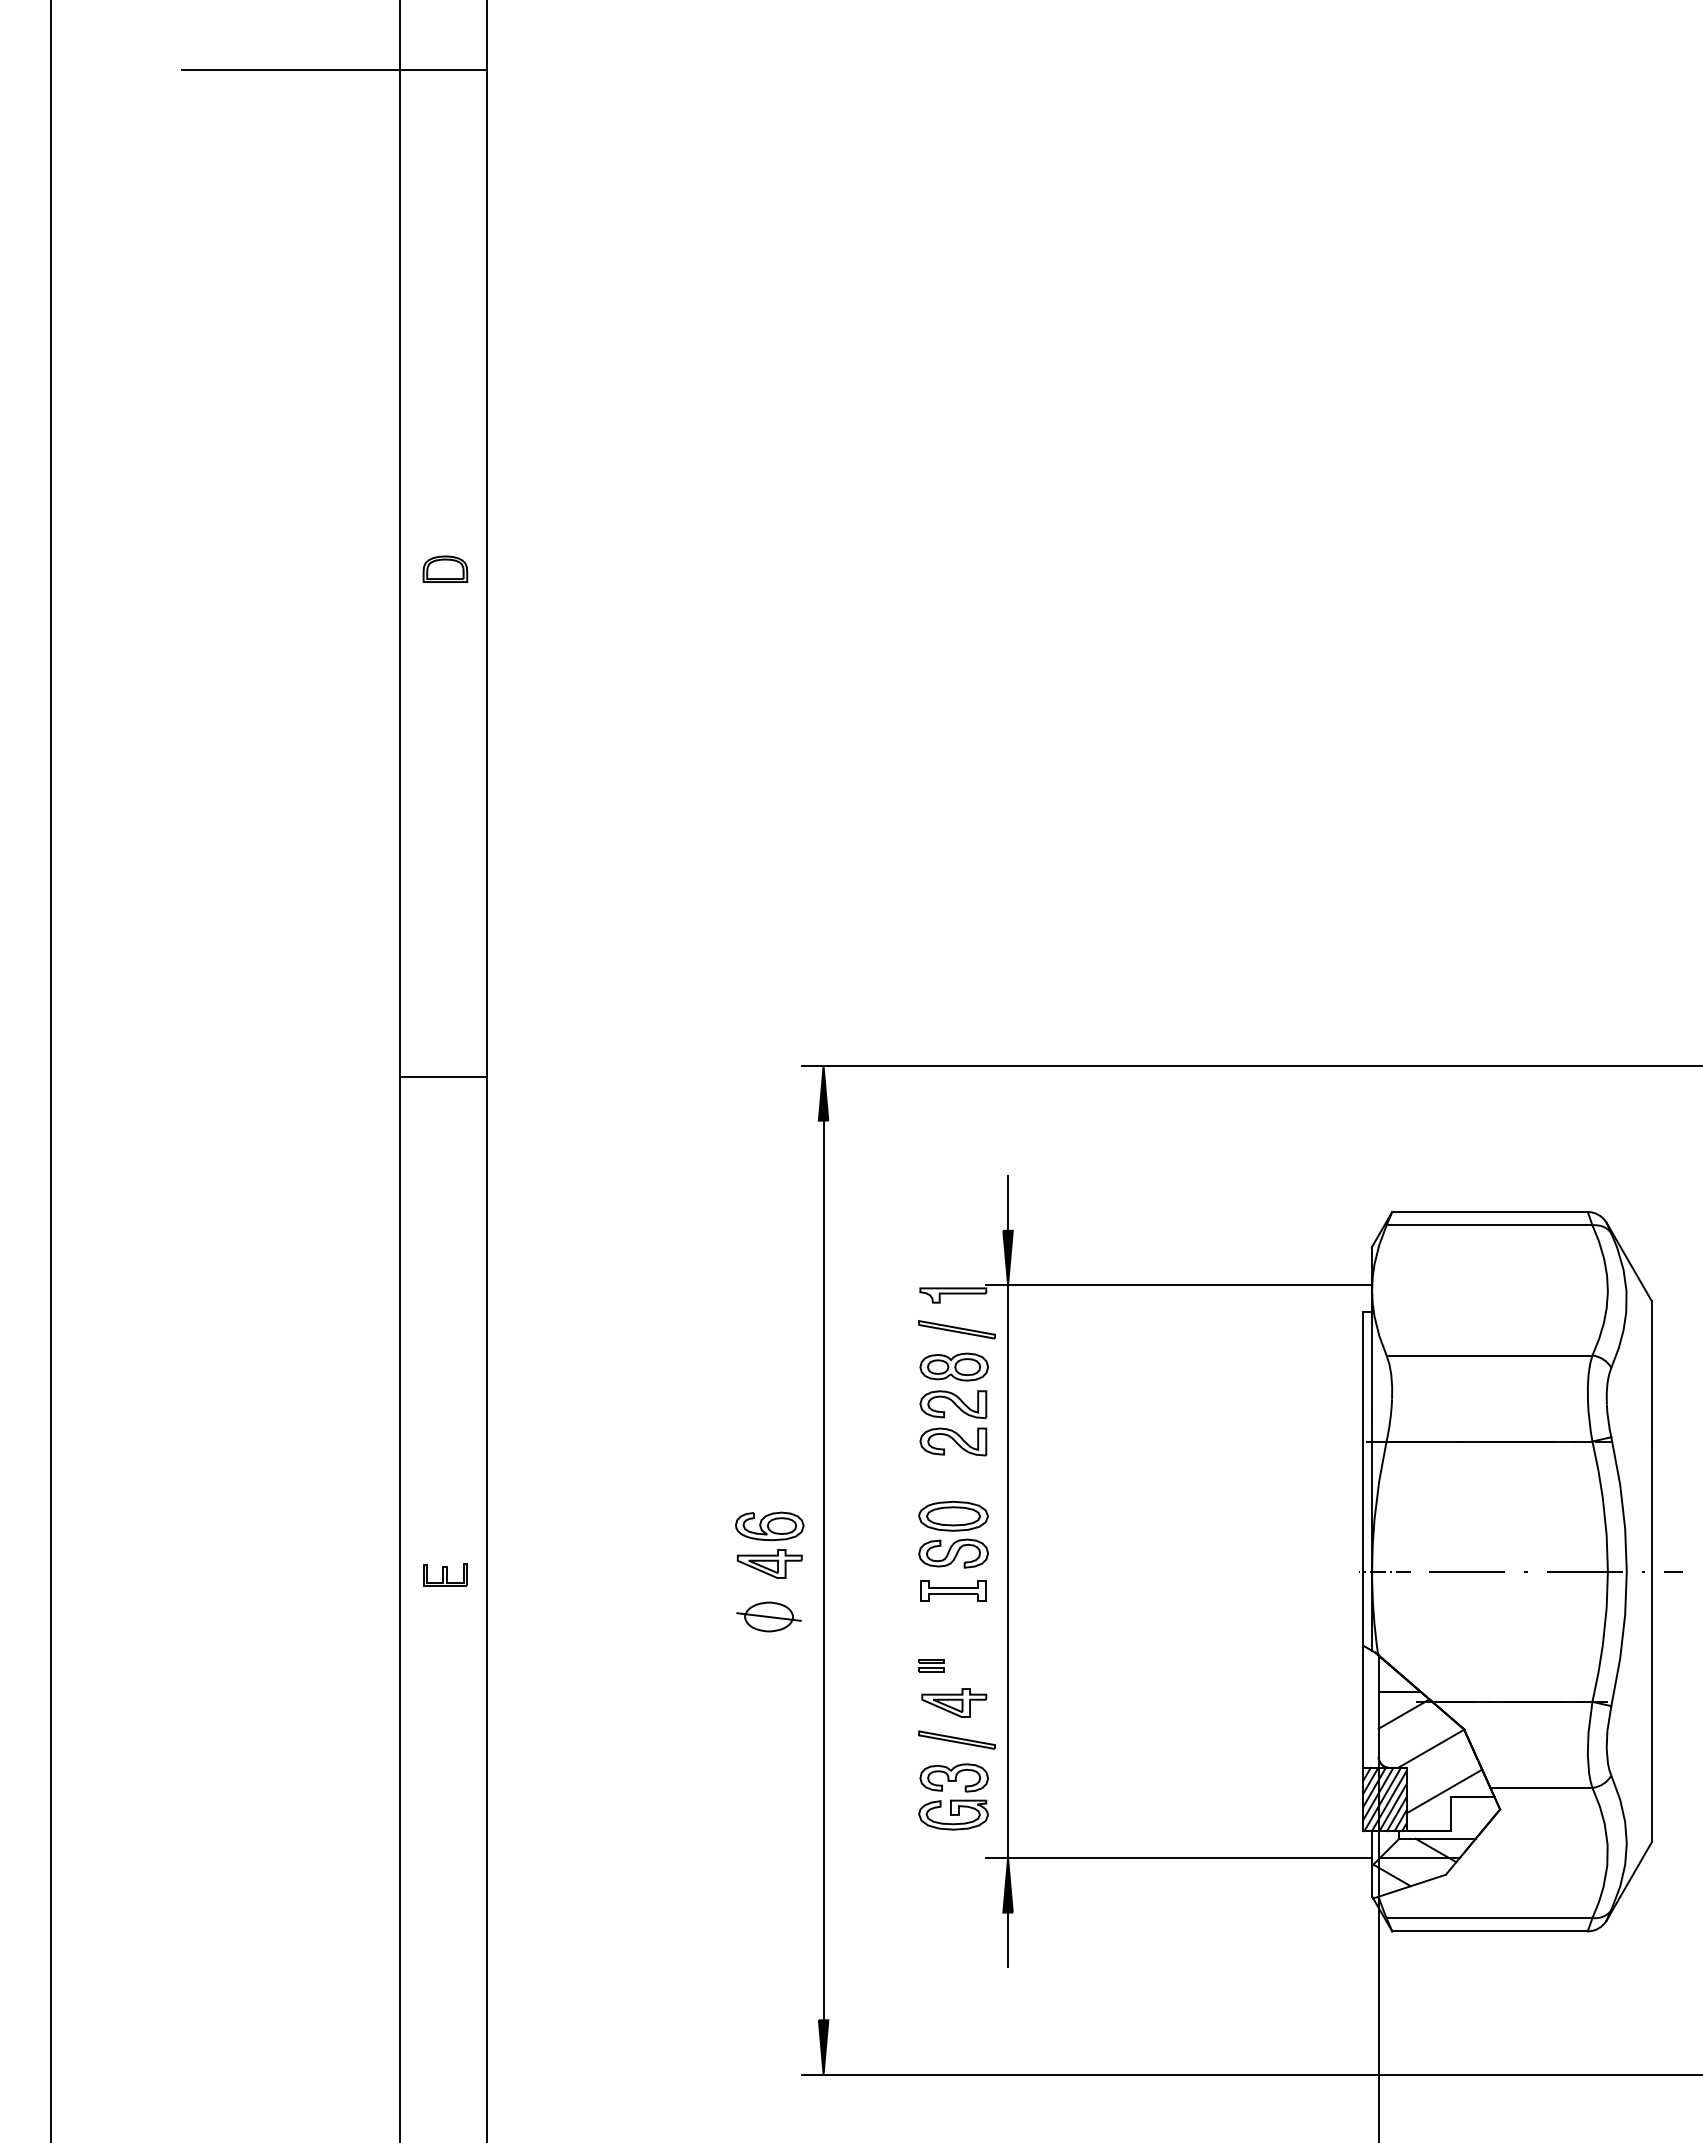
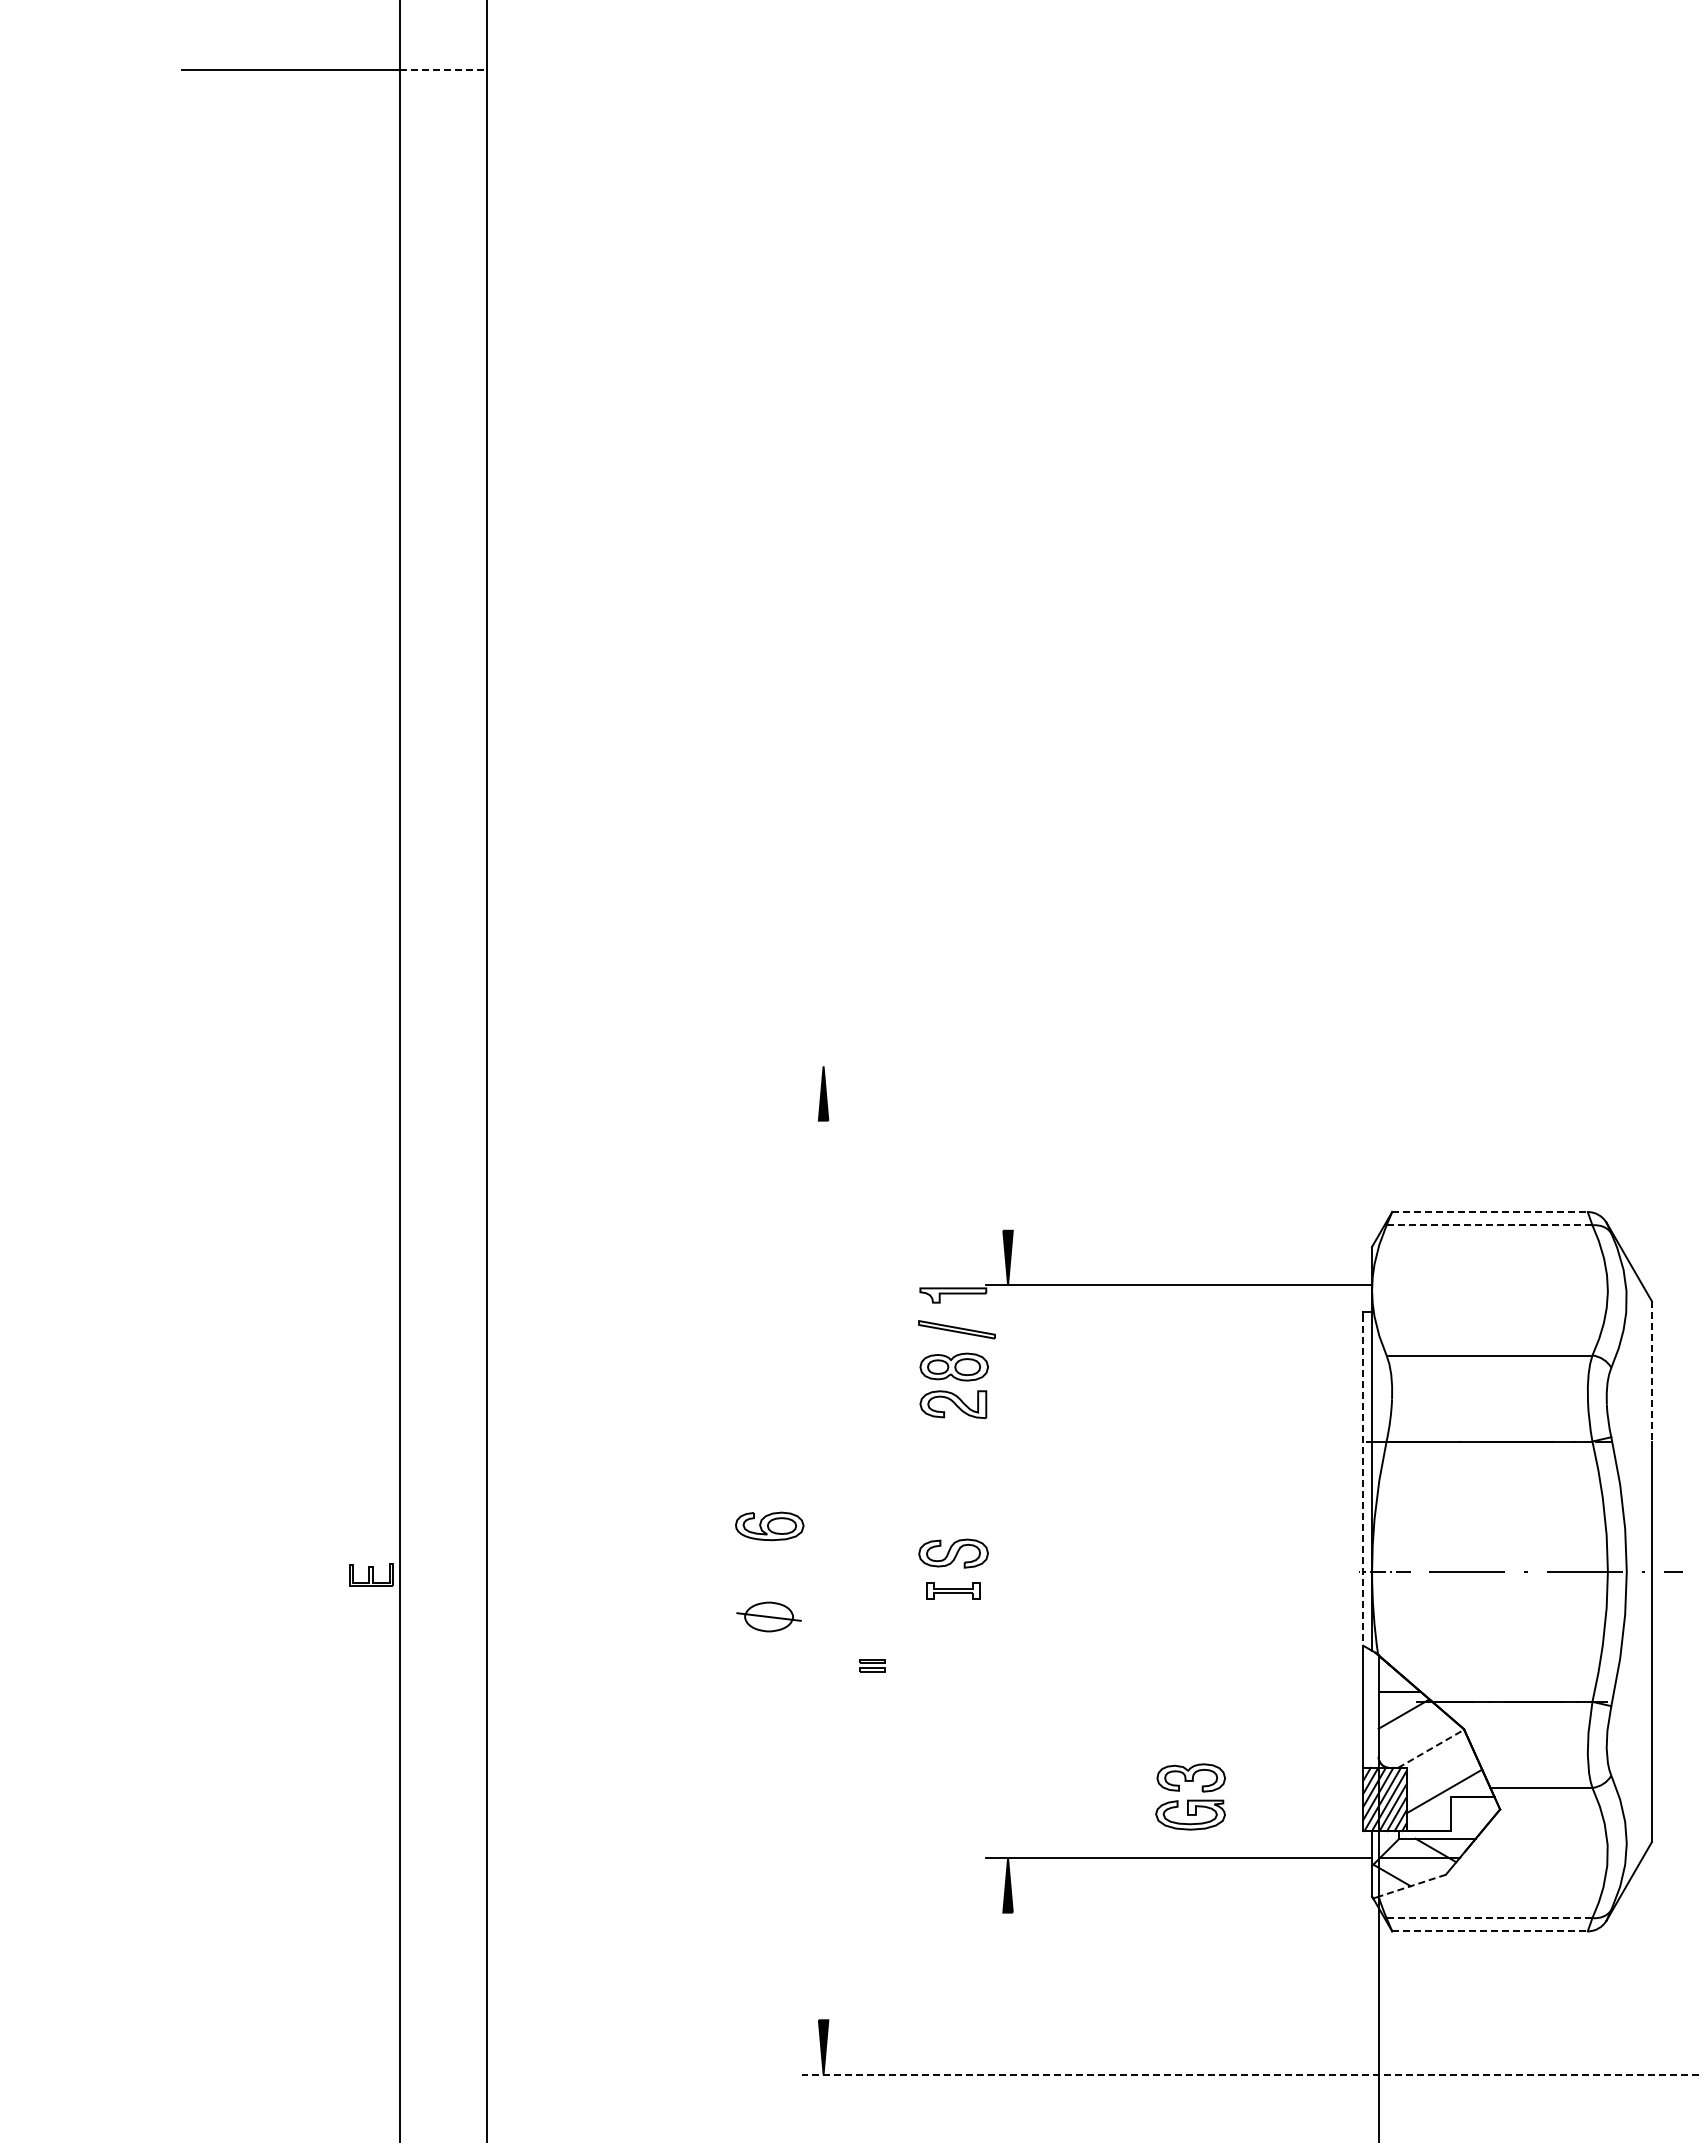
line at (443, 70): solid -> dashed
part at (445, 568): present -> none
line at (1250, 1066): present -> none
line at (51, 1070): present -> none
line at (442, 1076): present -> none
line at (1008, 1203): present -> none
line at (1490, 1212): solid -> dashed
line at (1489, 1225): solid -> dashed
line at (1651, 1372): solid -> dashed
part at (953, 1441): present -> none
line at (1363, 1480): solid -> dashed
part at (953, 1515): present -> none
part at (769, 1563): present -> none
line at (823, 1570): present -> none
line at (1008, 1571): present -> none
part at (445, 1574) position: (445, 1574) -> (371, 1574)
part at (953, 1590) size: 67x22 px -> 55x18 px
part at (931, 1665) position: (931, 1665) -> (872, 1665)
part at (954, 1702): present -> none
part at (956, 1739): present -> none
line at (1431, 1748): solid -> dashed
part at (953, 1796) position: (953, 1796) -> (1190, 1796)
line at (1411, 1885): solid -> dashed
line at (1489, 1918): solid -> dashed
line at (1490, 1931): solid -> dashed
line at (1008, 1939): present -> none
line at (1251, 2074): solid -> dashed
